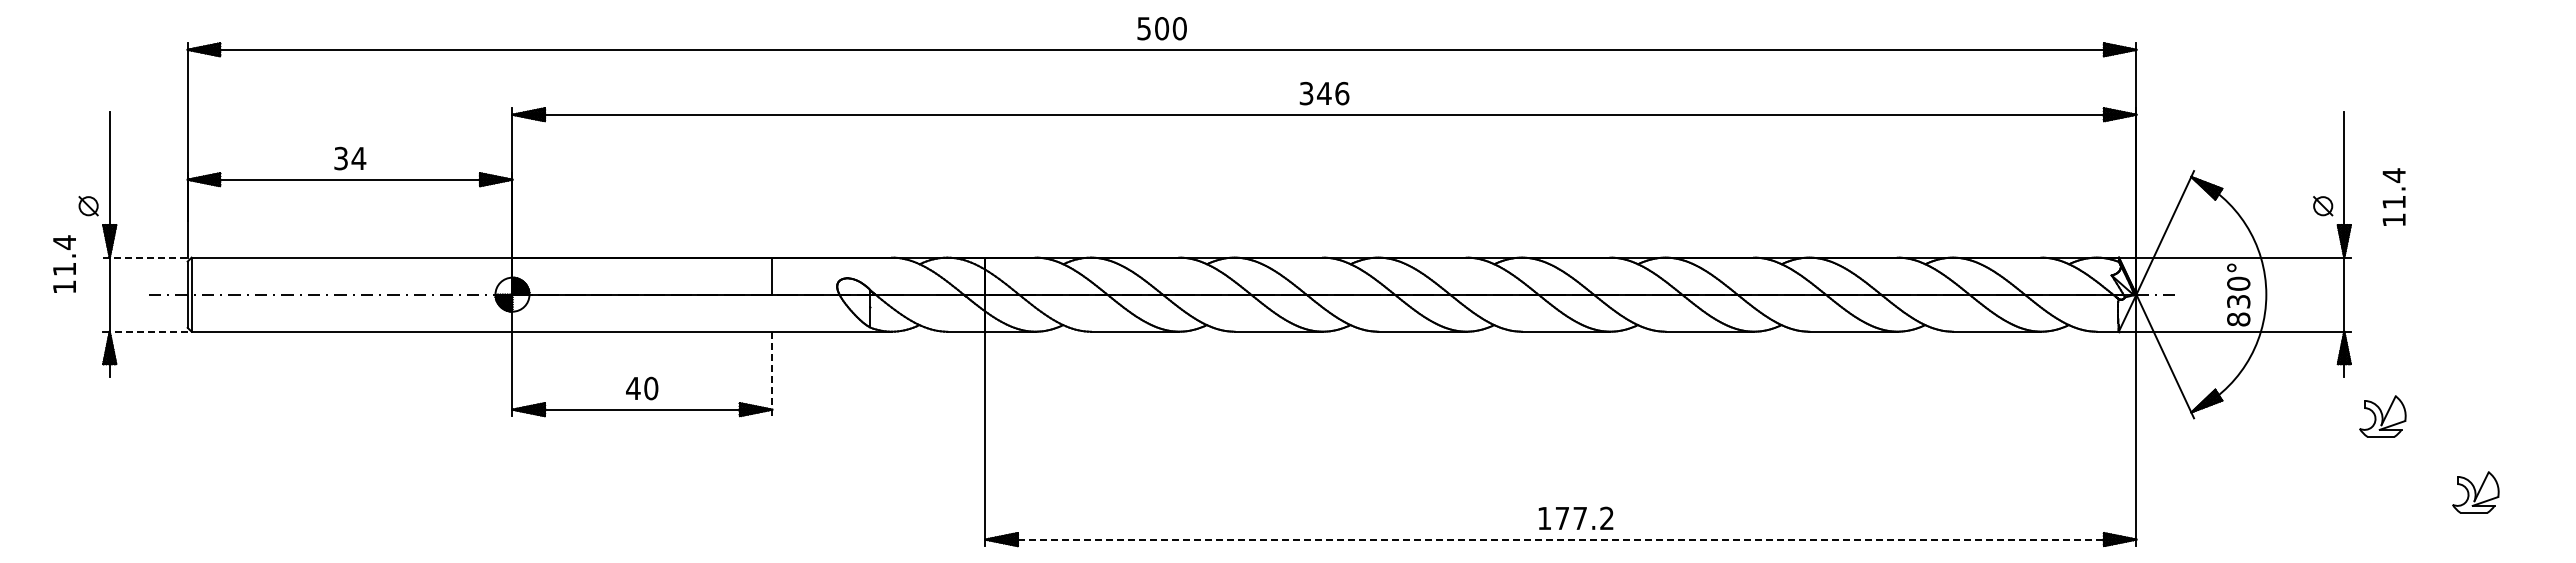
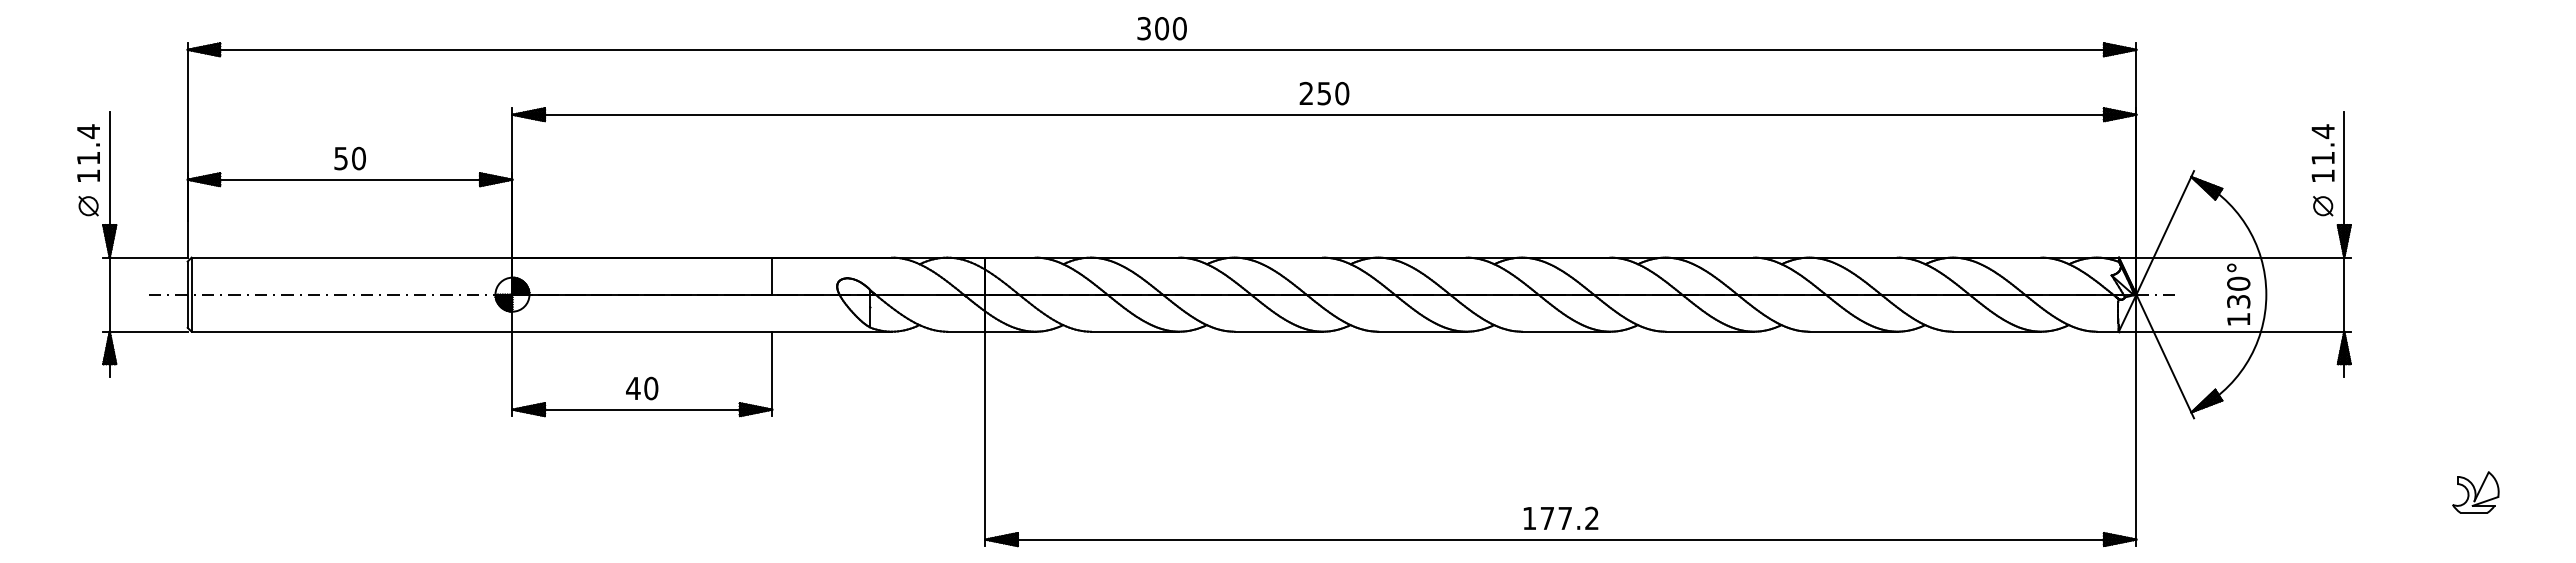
text at (1144, 28): 500 -> 300
text at (1324, 93): 346 -> 250
text at (350, 158): 34 -> 50
text at (2393, 196) position: (2393, 196) -> (2322, 152)
line at (145, 257): dashed -> solid
text at (64, 263) position: (64, 263) -> (88, 152)
text at (2238, 319): 830° -> 130°
line at (148, 331): dashed -> solid
line at (772, 373): dashed -> solid
part at (2382, 416): present -> none
text at (1575, 517) position: (1575, 517) -> (1560, 517)
line at (1560, 539): dashed -> solid
